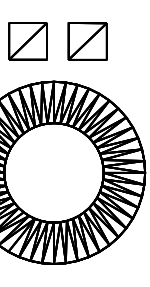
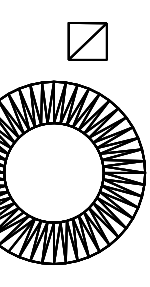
part at (27, 41): present -> none
